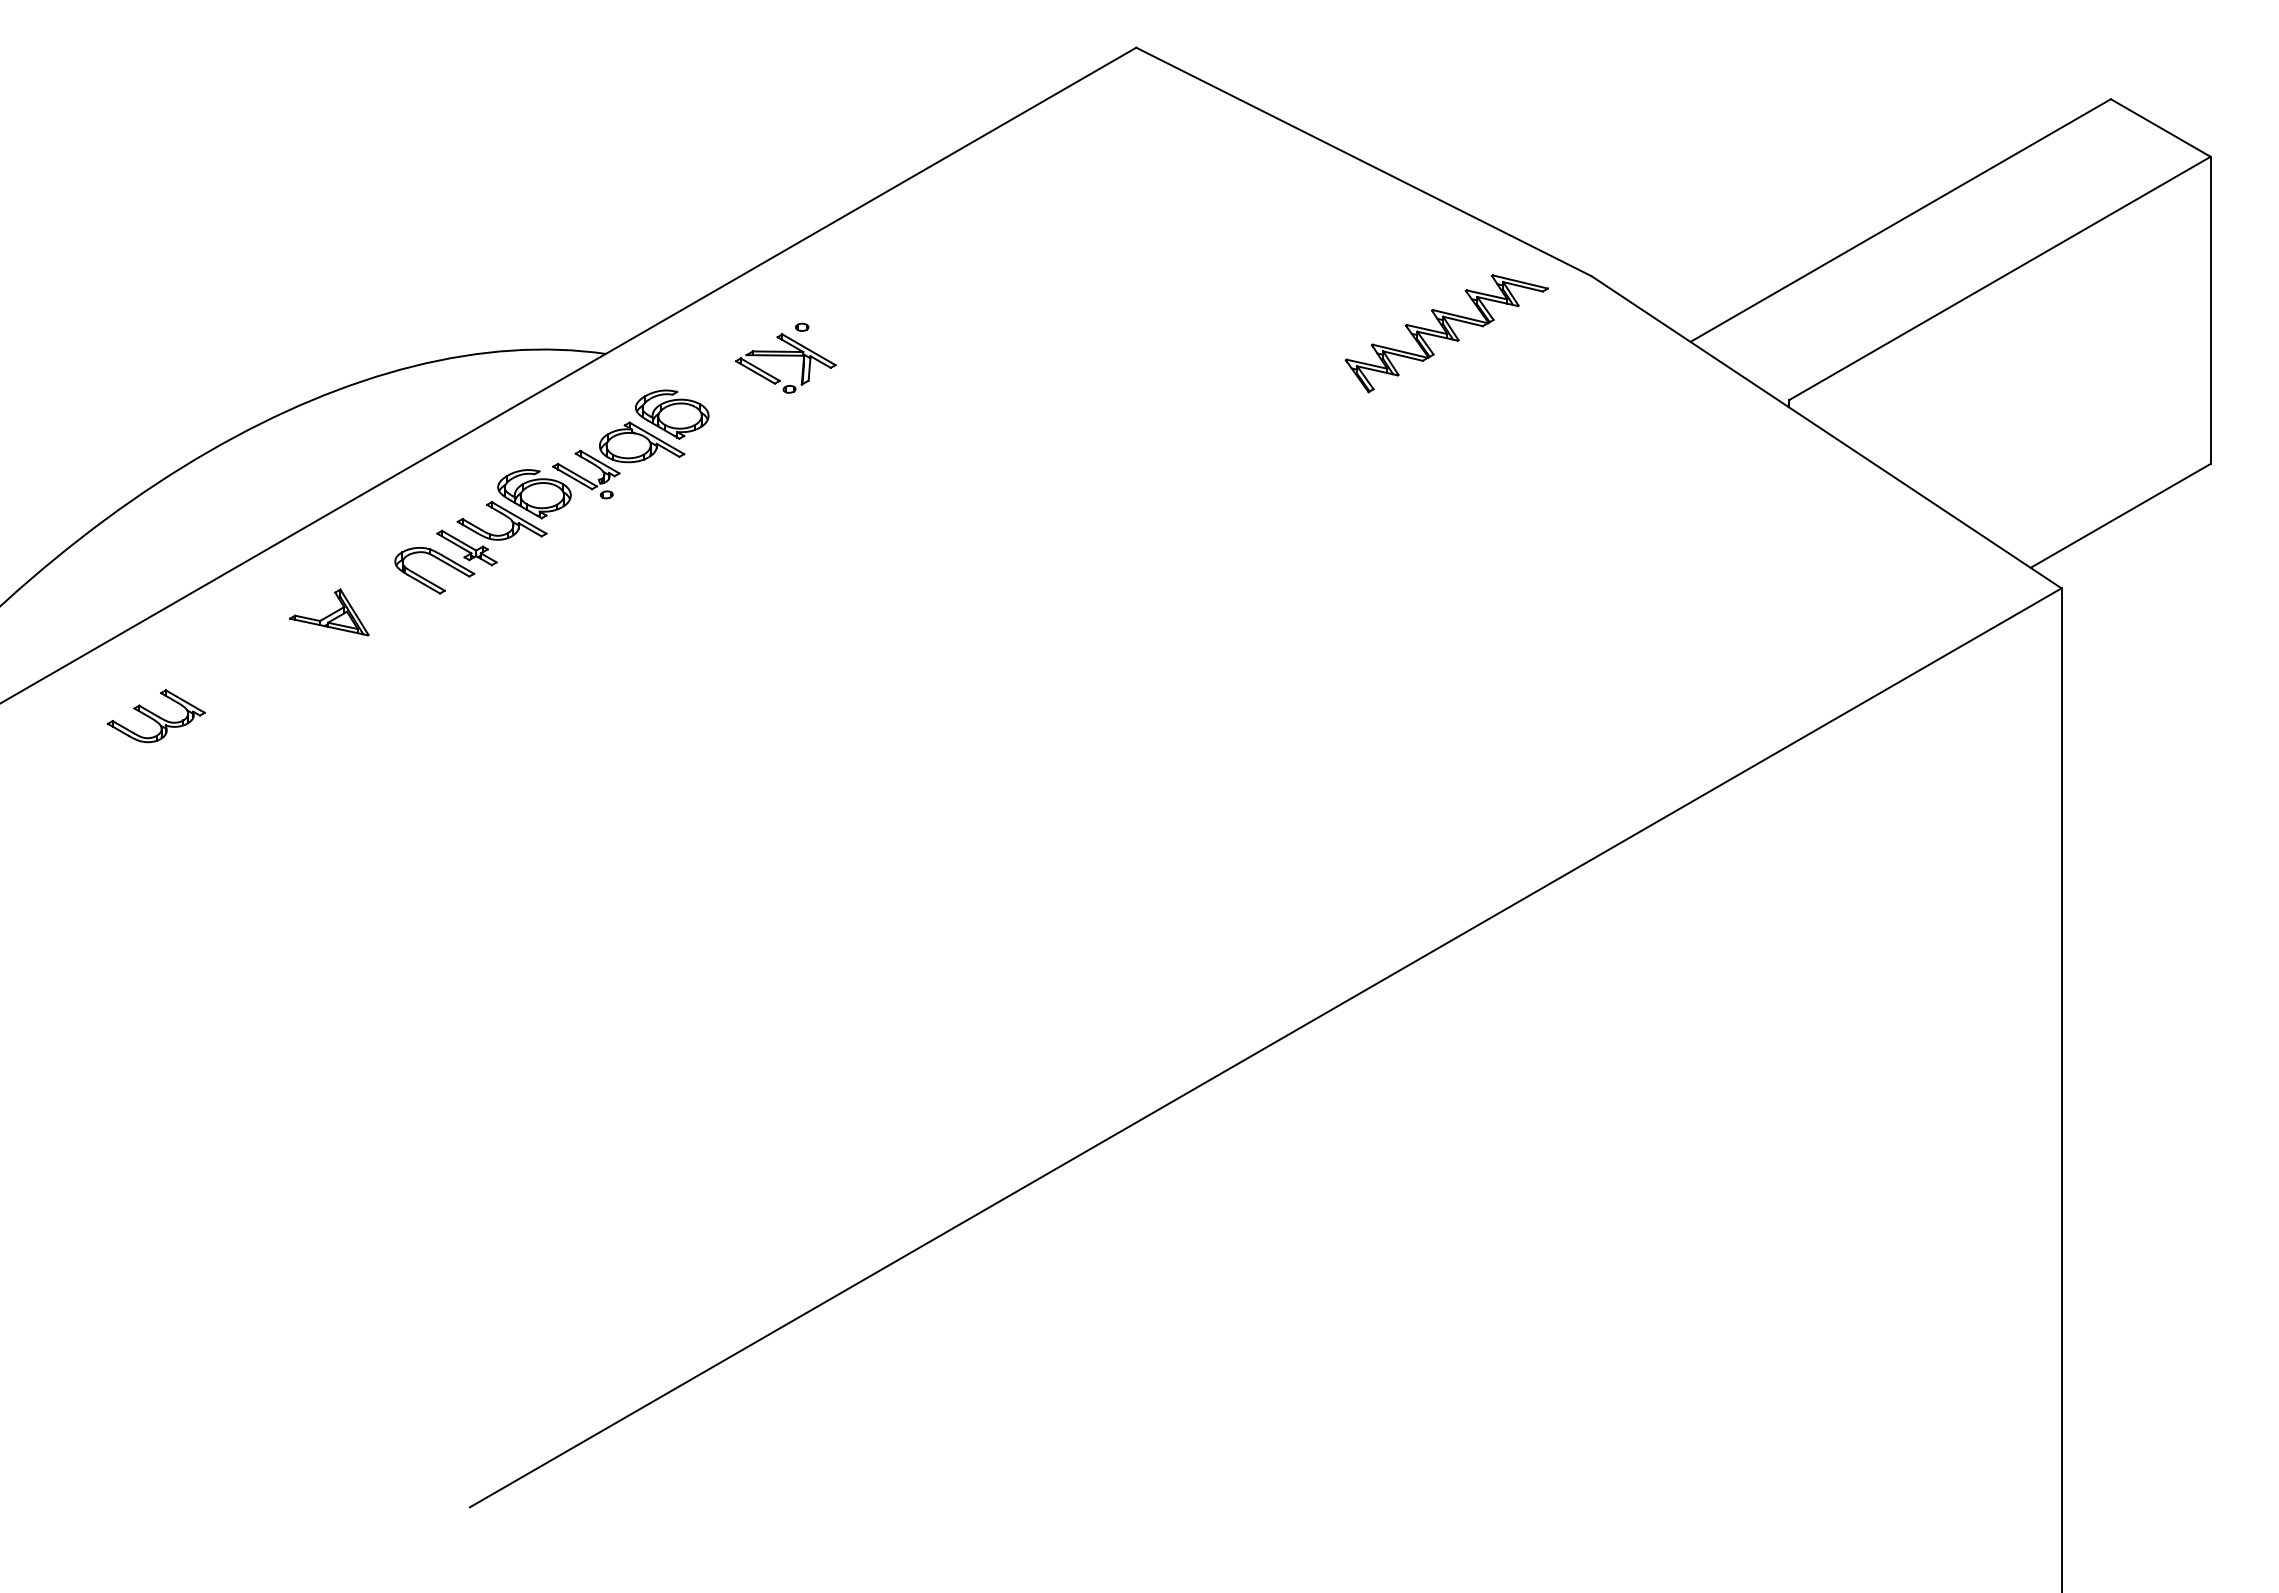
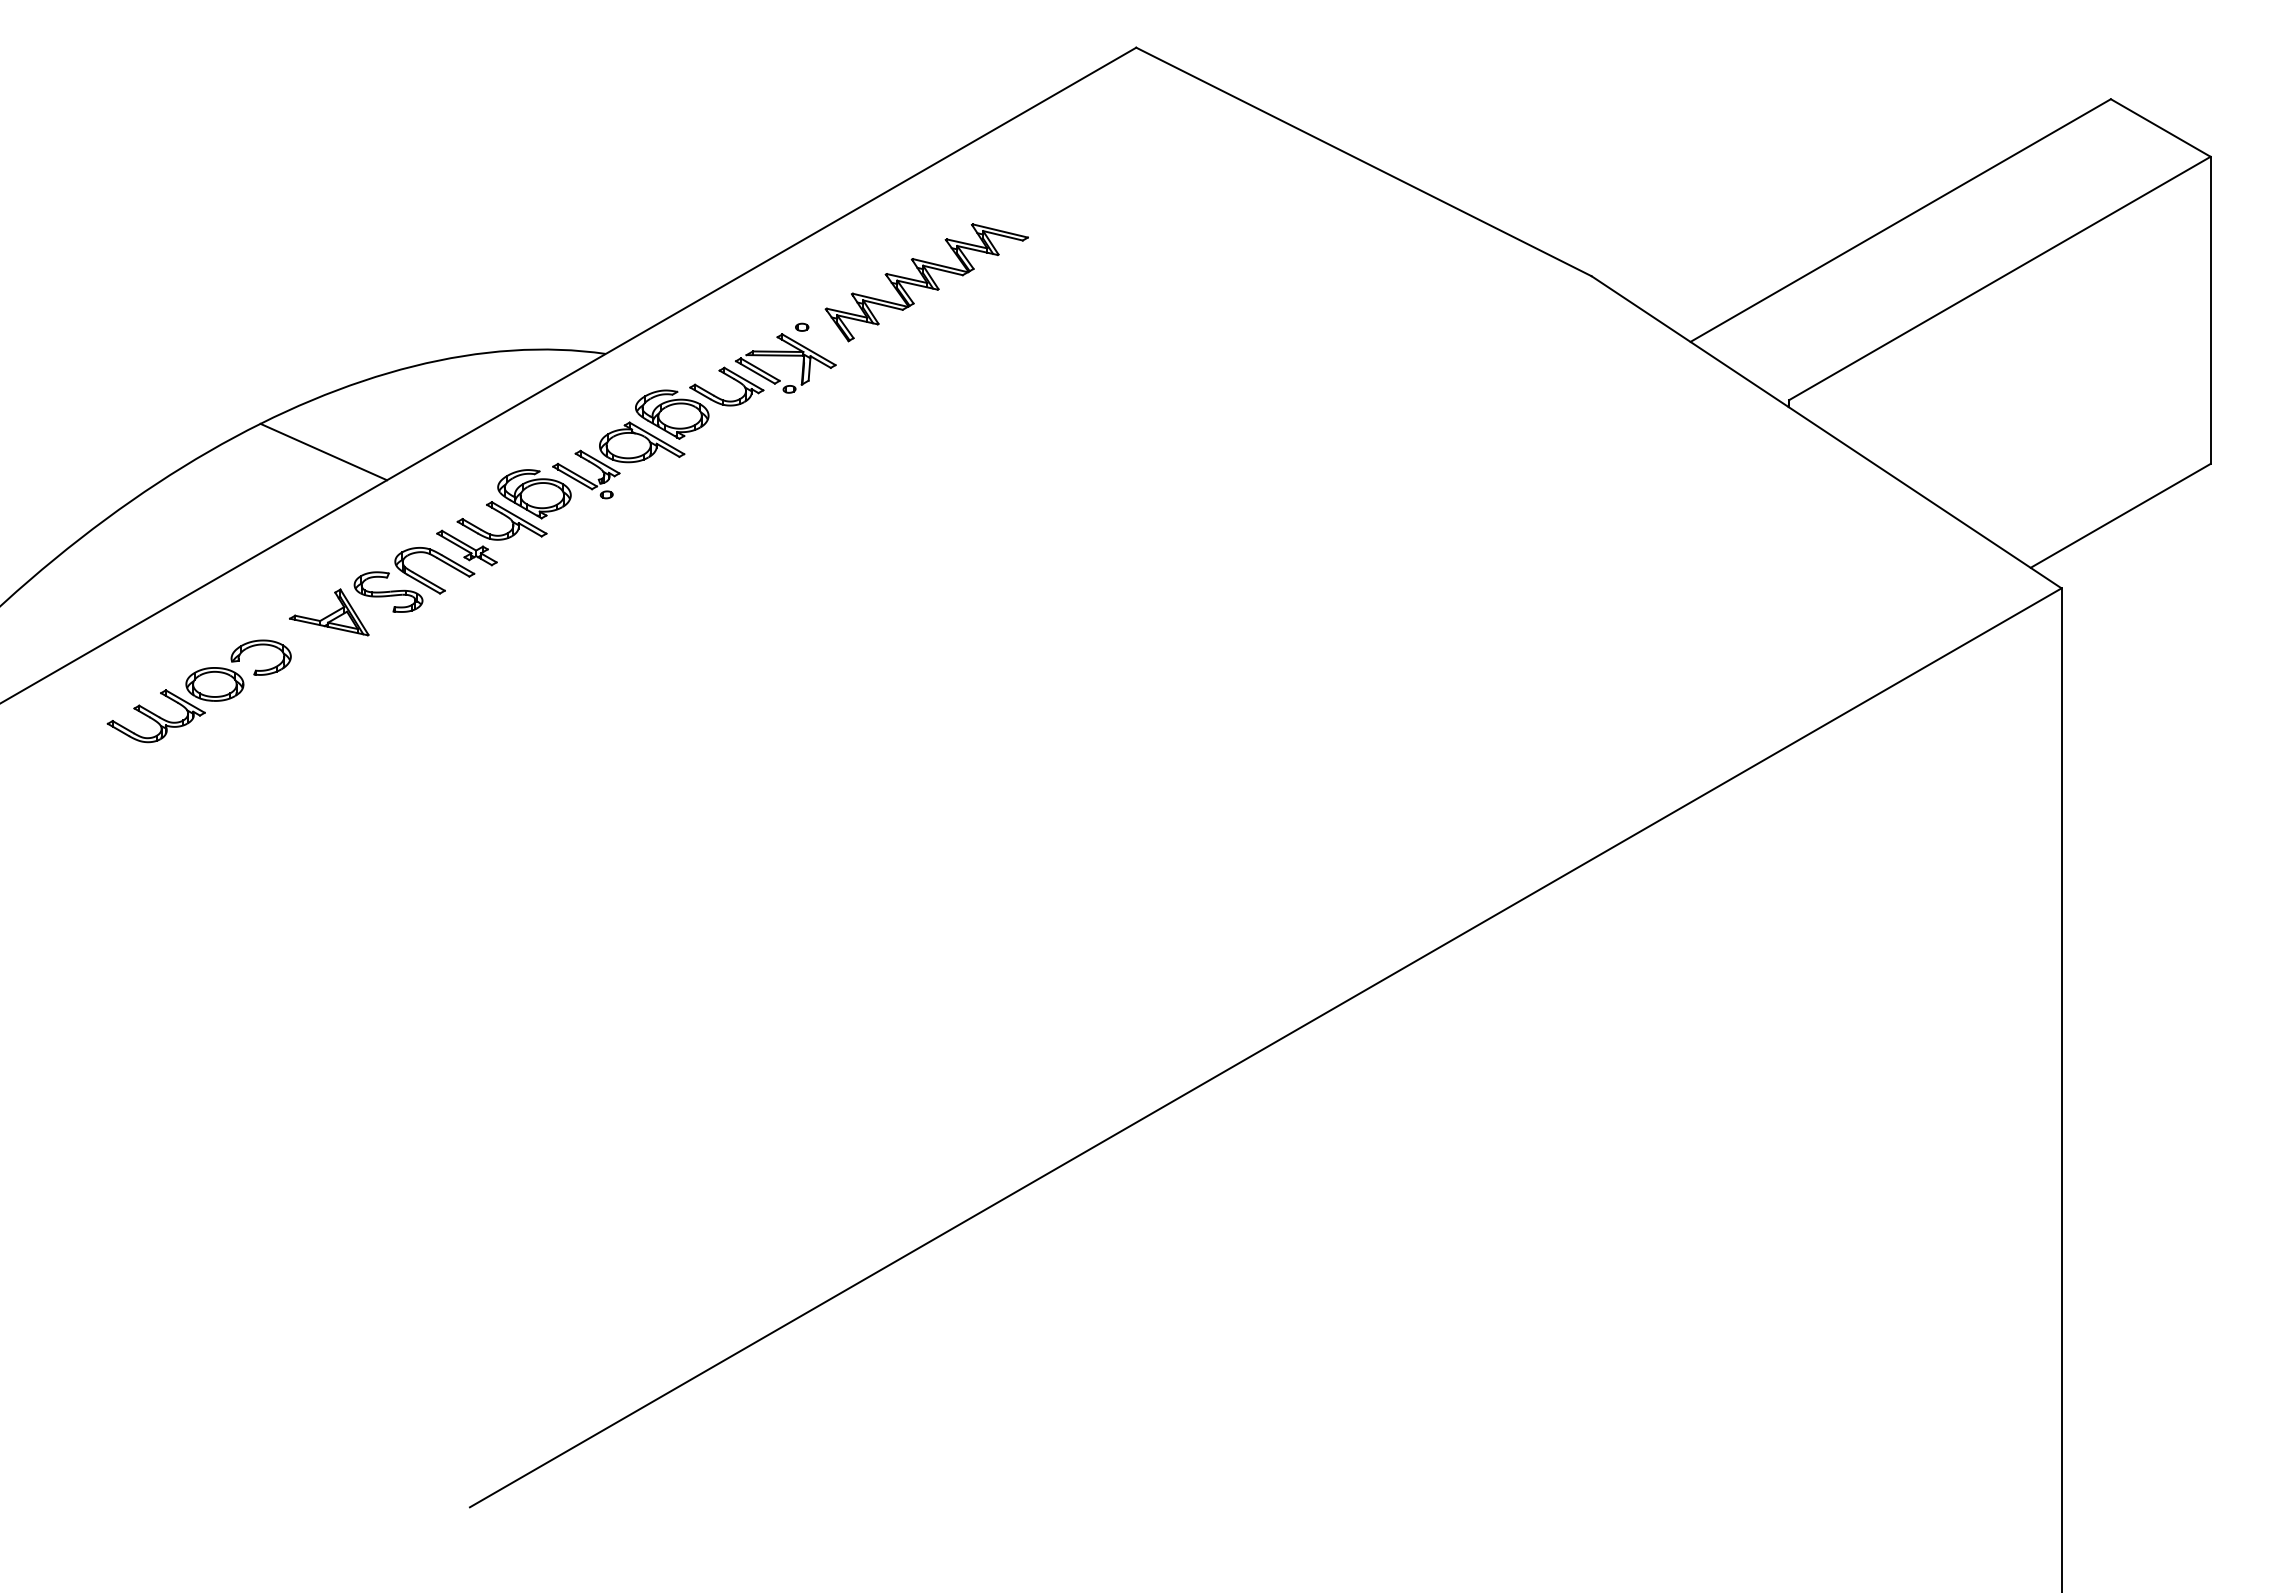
part at (1446, 333) position: (1446, 333) -> (926, 282)
part at (732, 379): none -> present
line at (323, 451): none -> present
part at (388, 591): none -> present
part at (238, 670): none -> present
